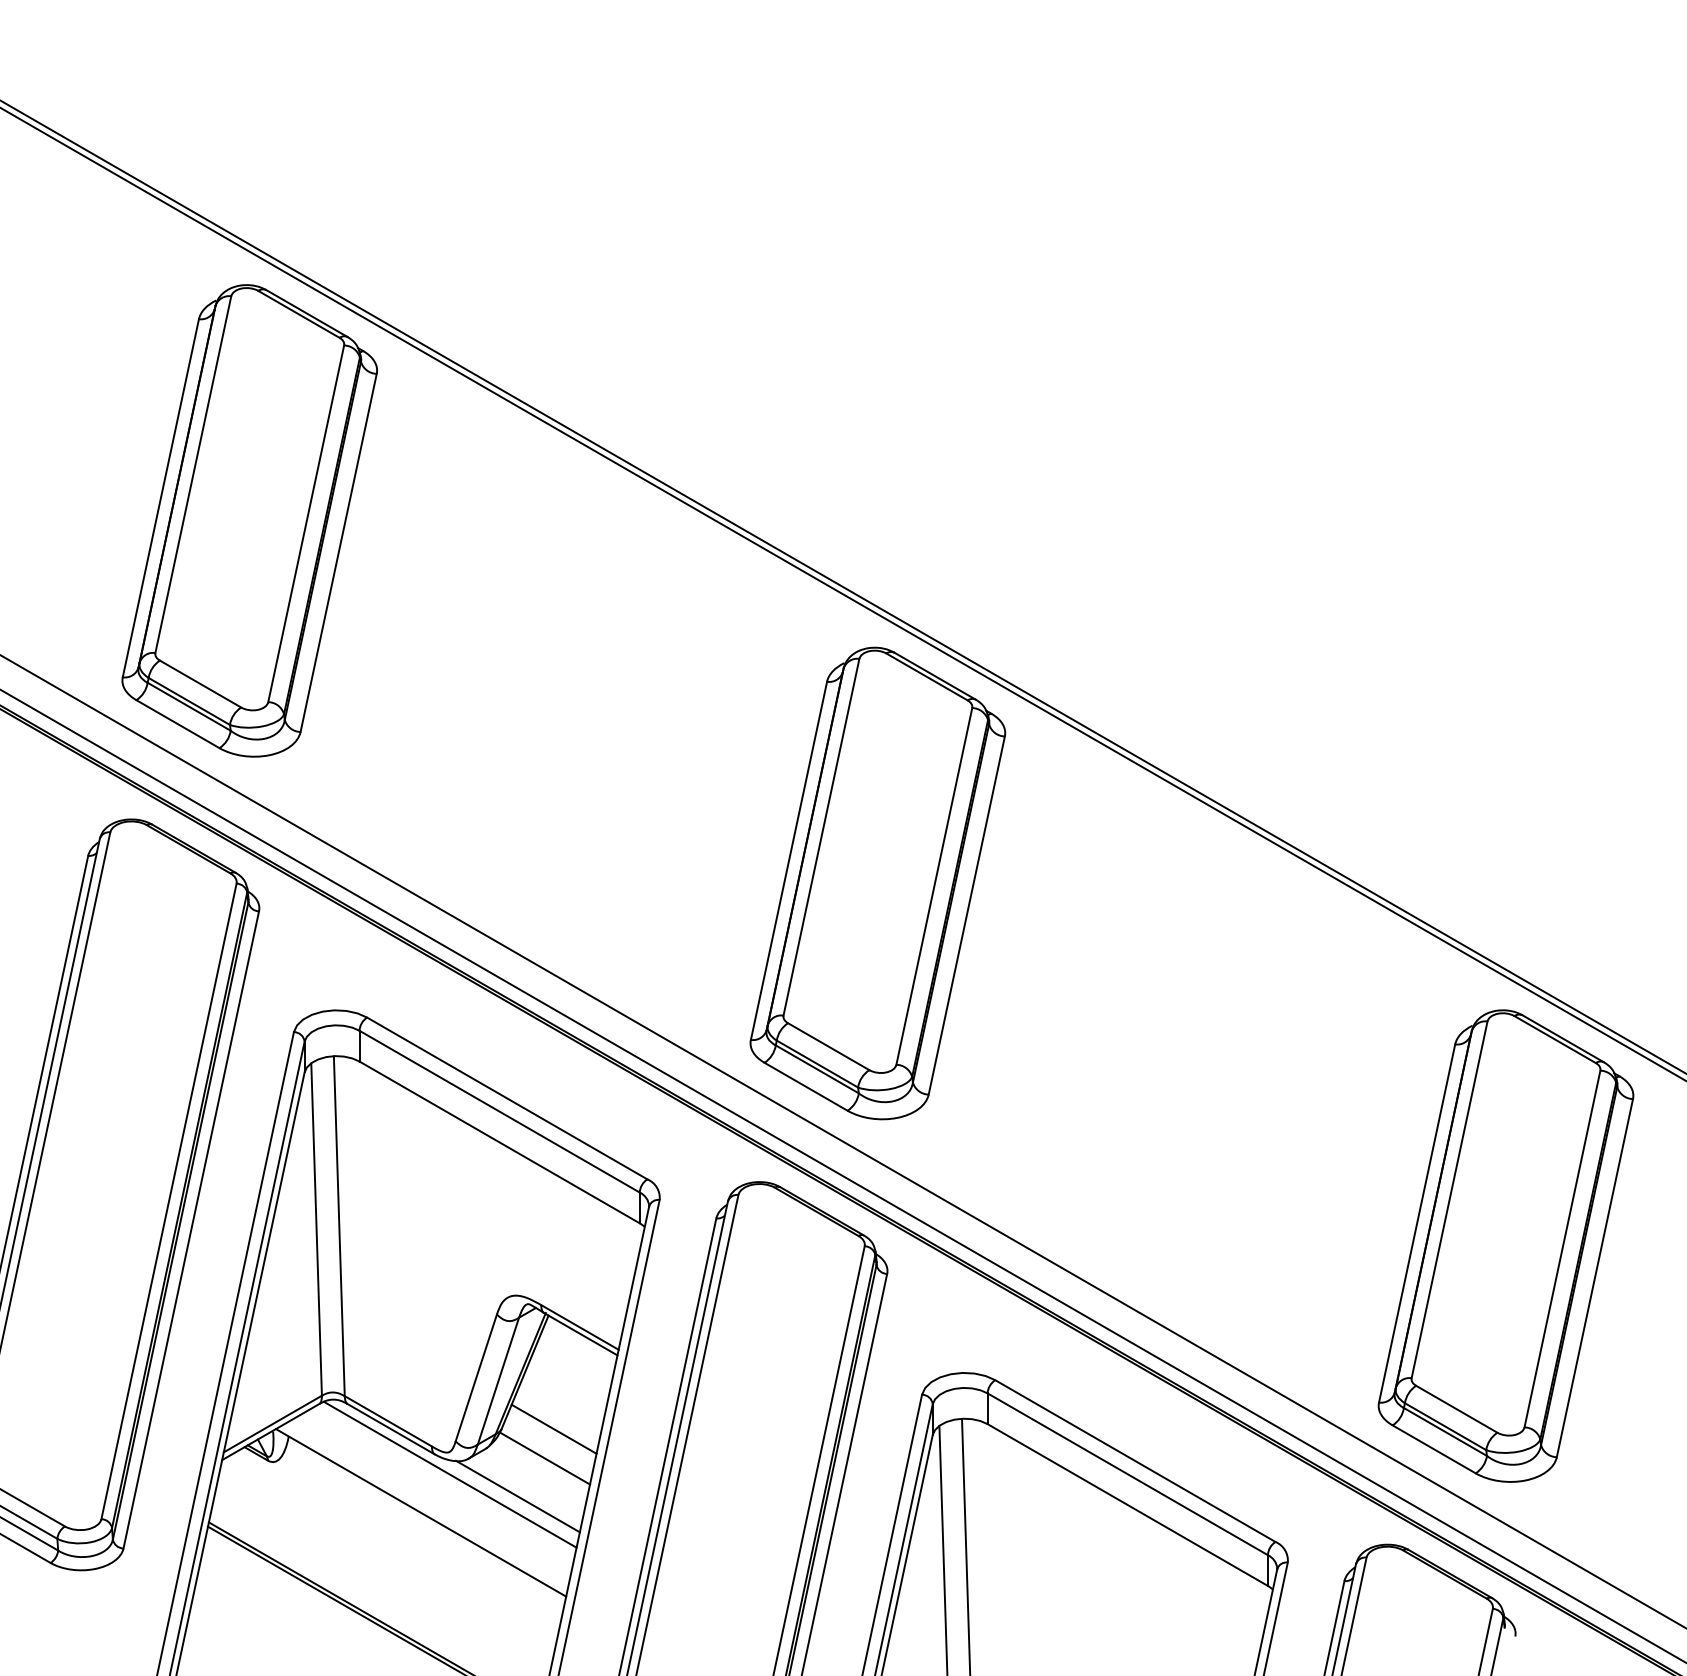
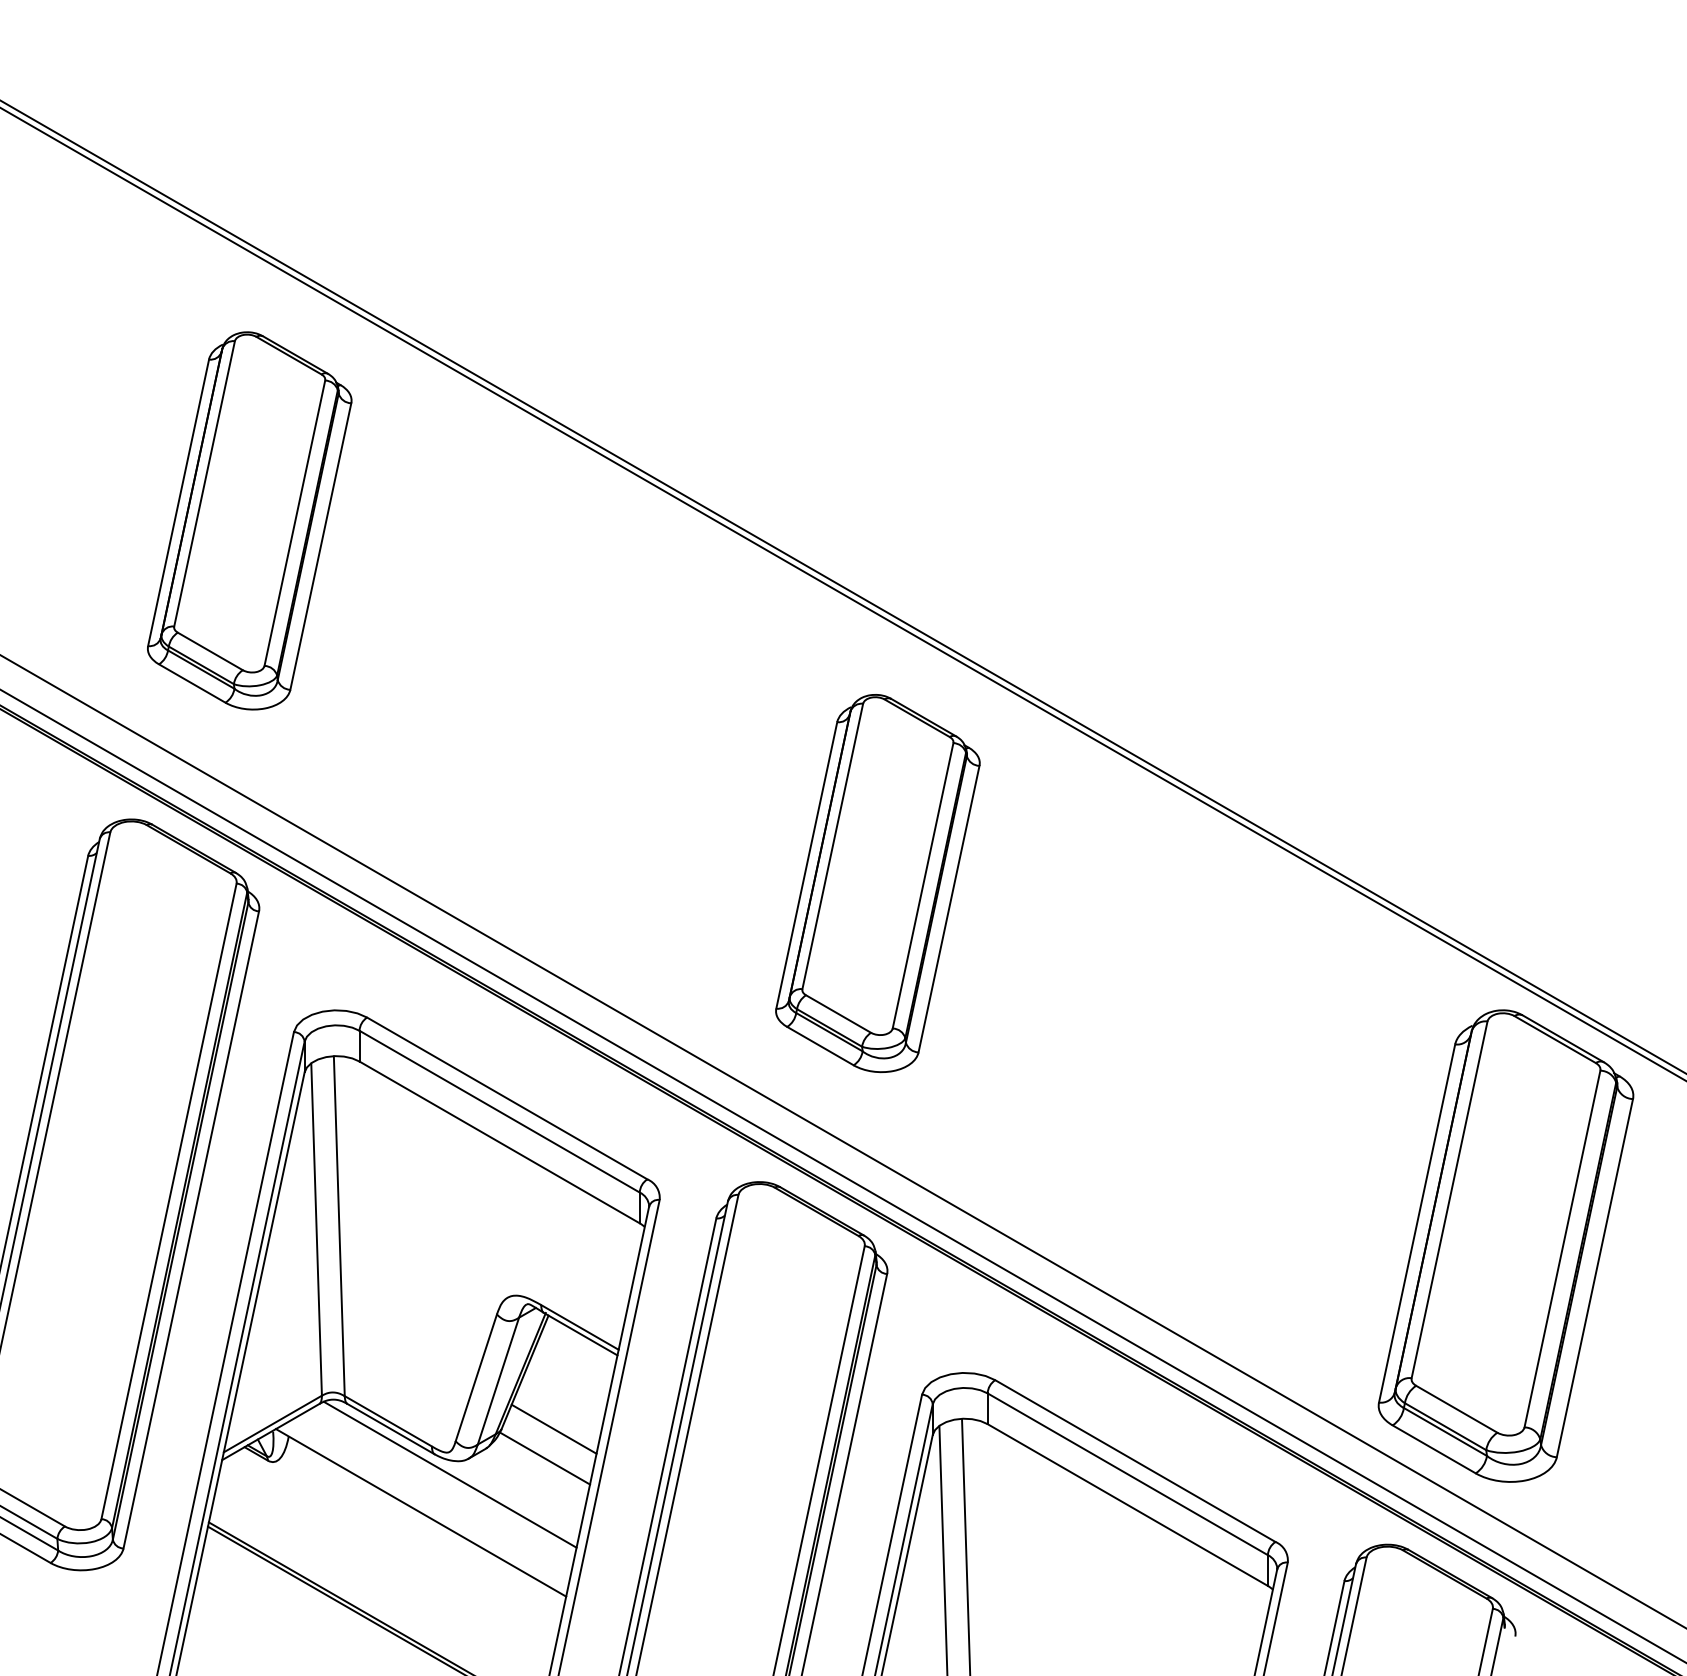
part at (249, 520) size: 257x474 px -> 206x380 px
part at (877, 883) size: 258x475 px -> 206x380 px
line at (517, 1496): present -> none
